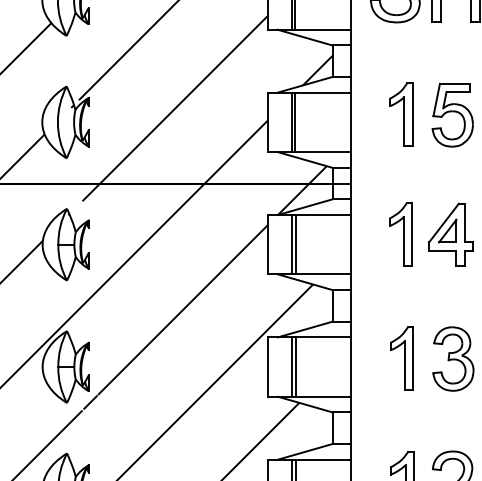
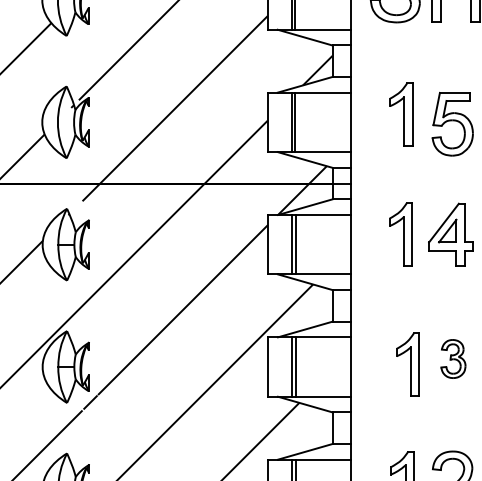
part at (452, 114) position: (452, 114) -> (452, 123)
part at (401, 358) position: (401, 358) -> (407, 364)
part at (453, 358) size: 43x66 px -> 27x40 px
